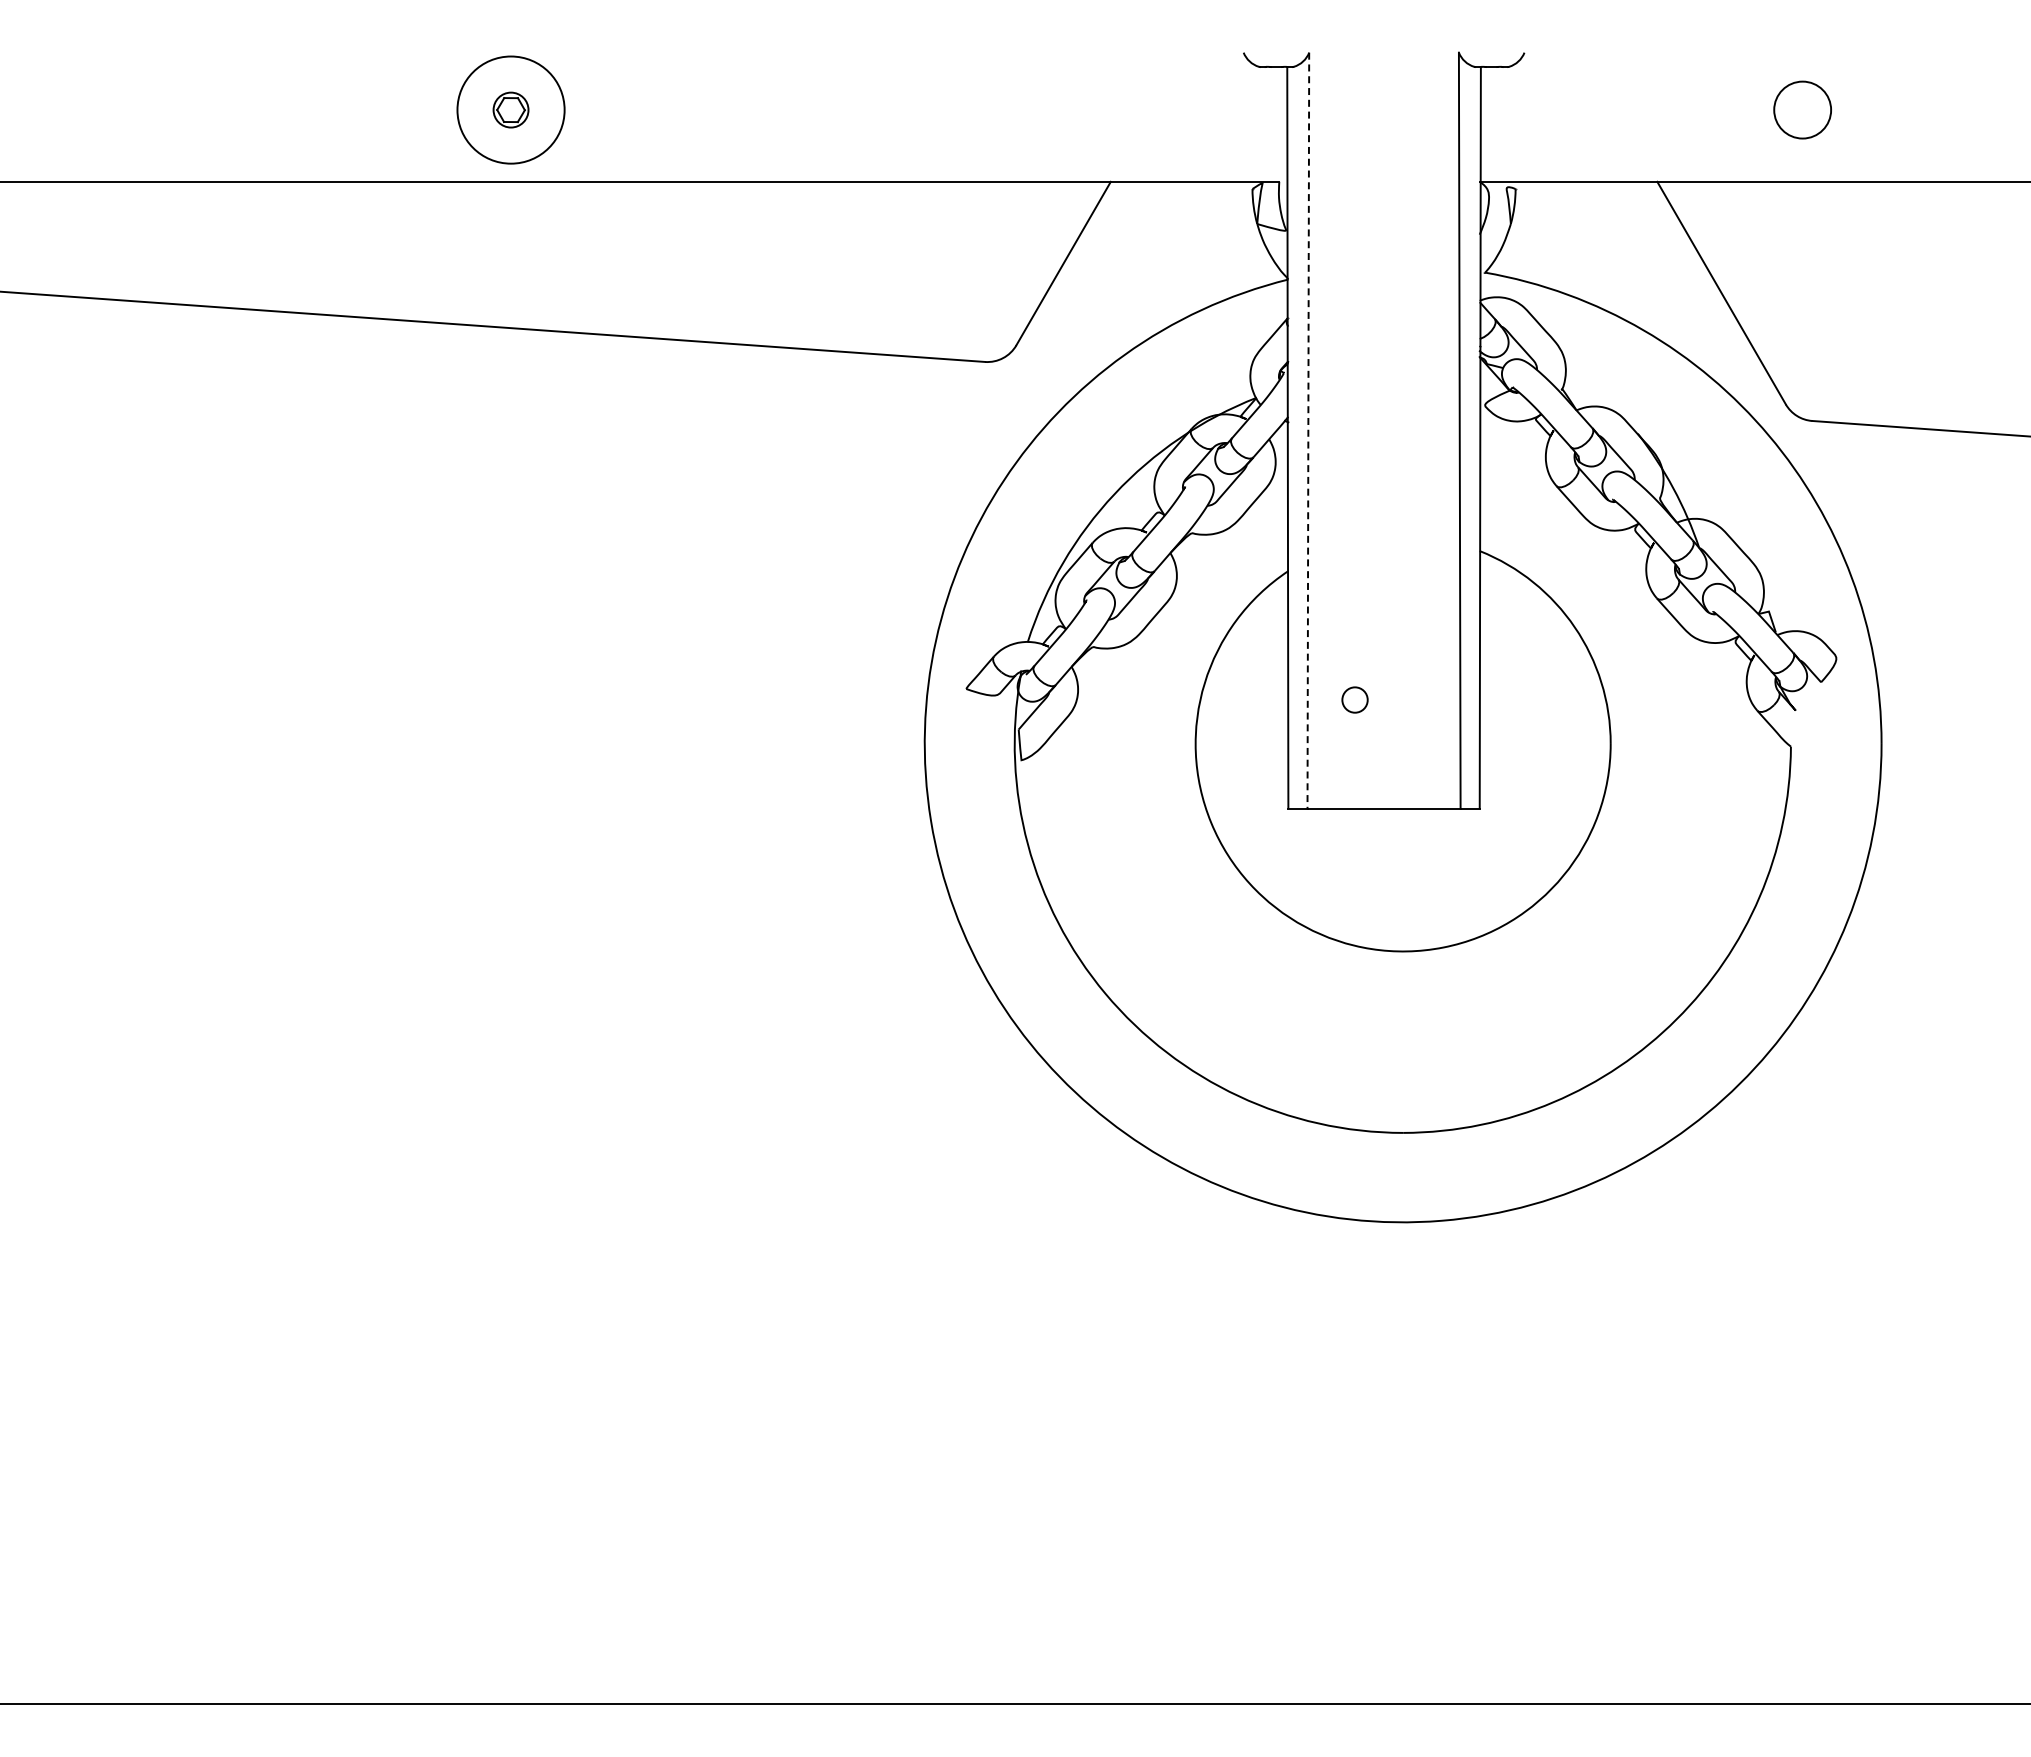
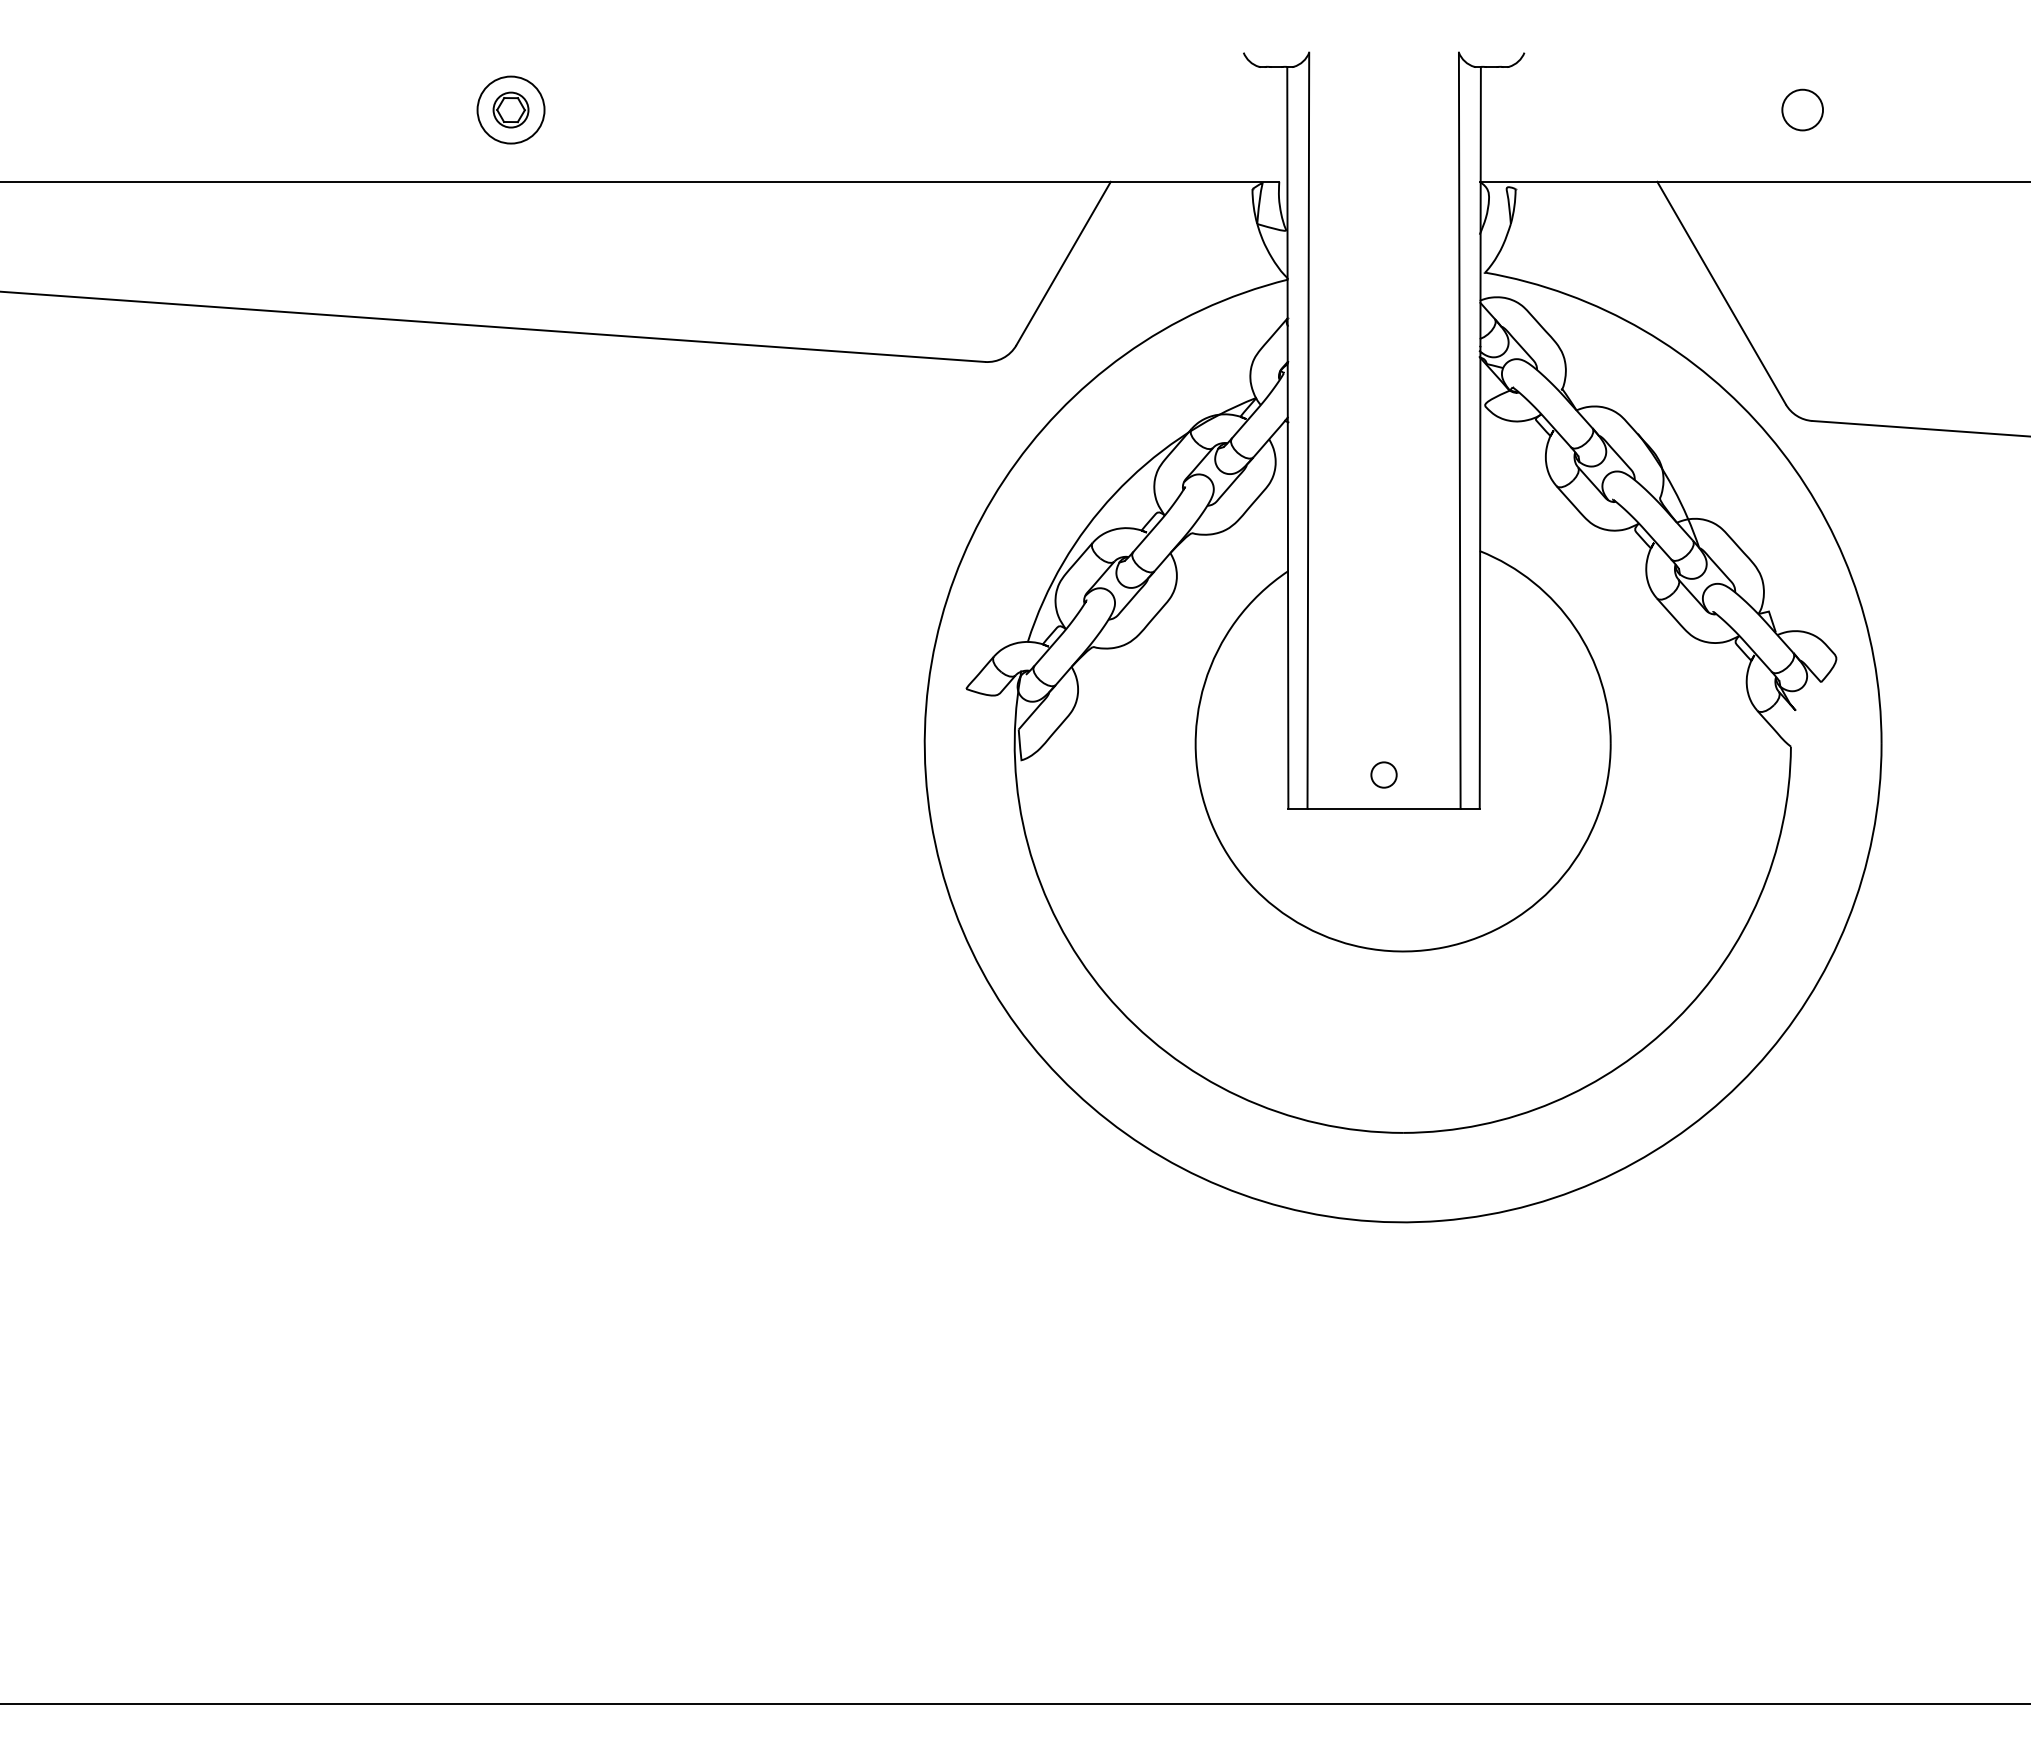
circle at (510, 109) diameter: 107 px -> 67 px
circle at (1802, 109) diameter: 57 px -> 41 px
line at (1308, 430): dashed -> solid
circle at (1354, 699) position: (1354, 699) -> (1383, 774)
